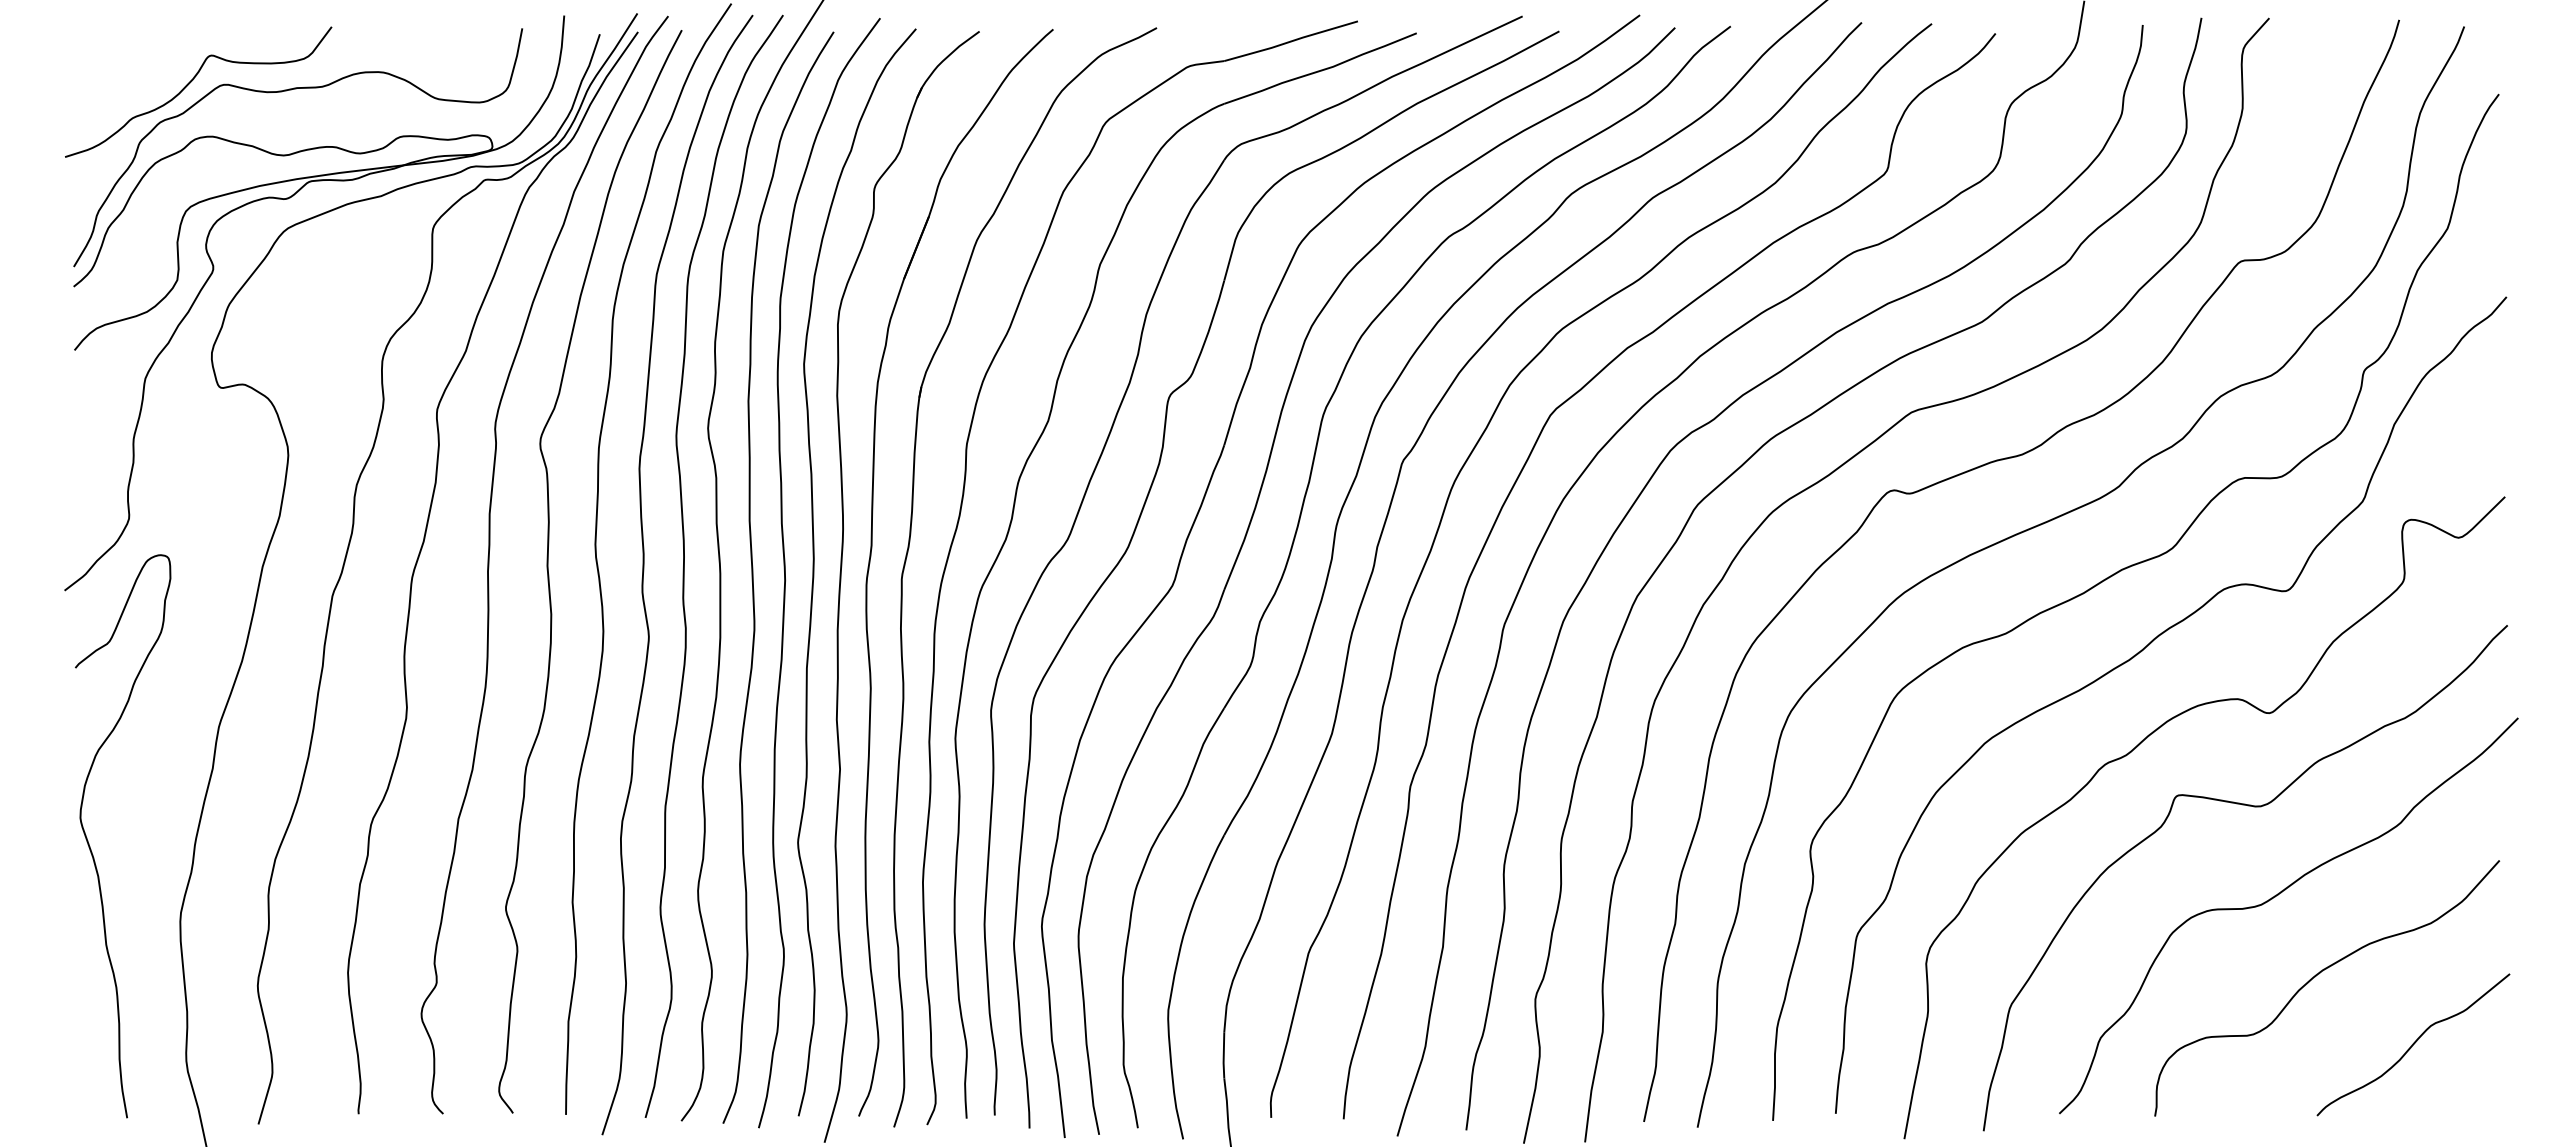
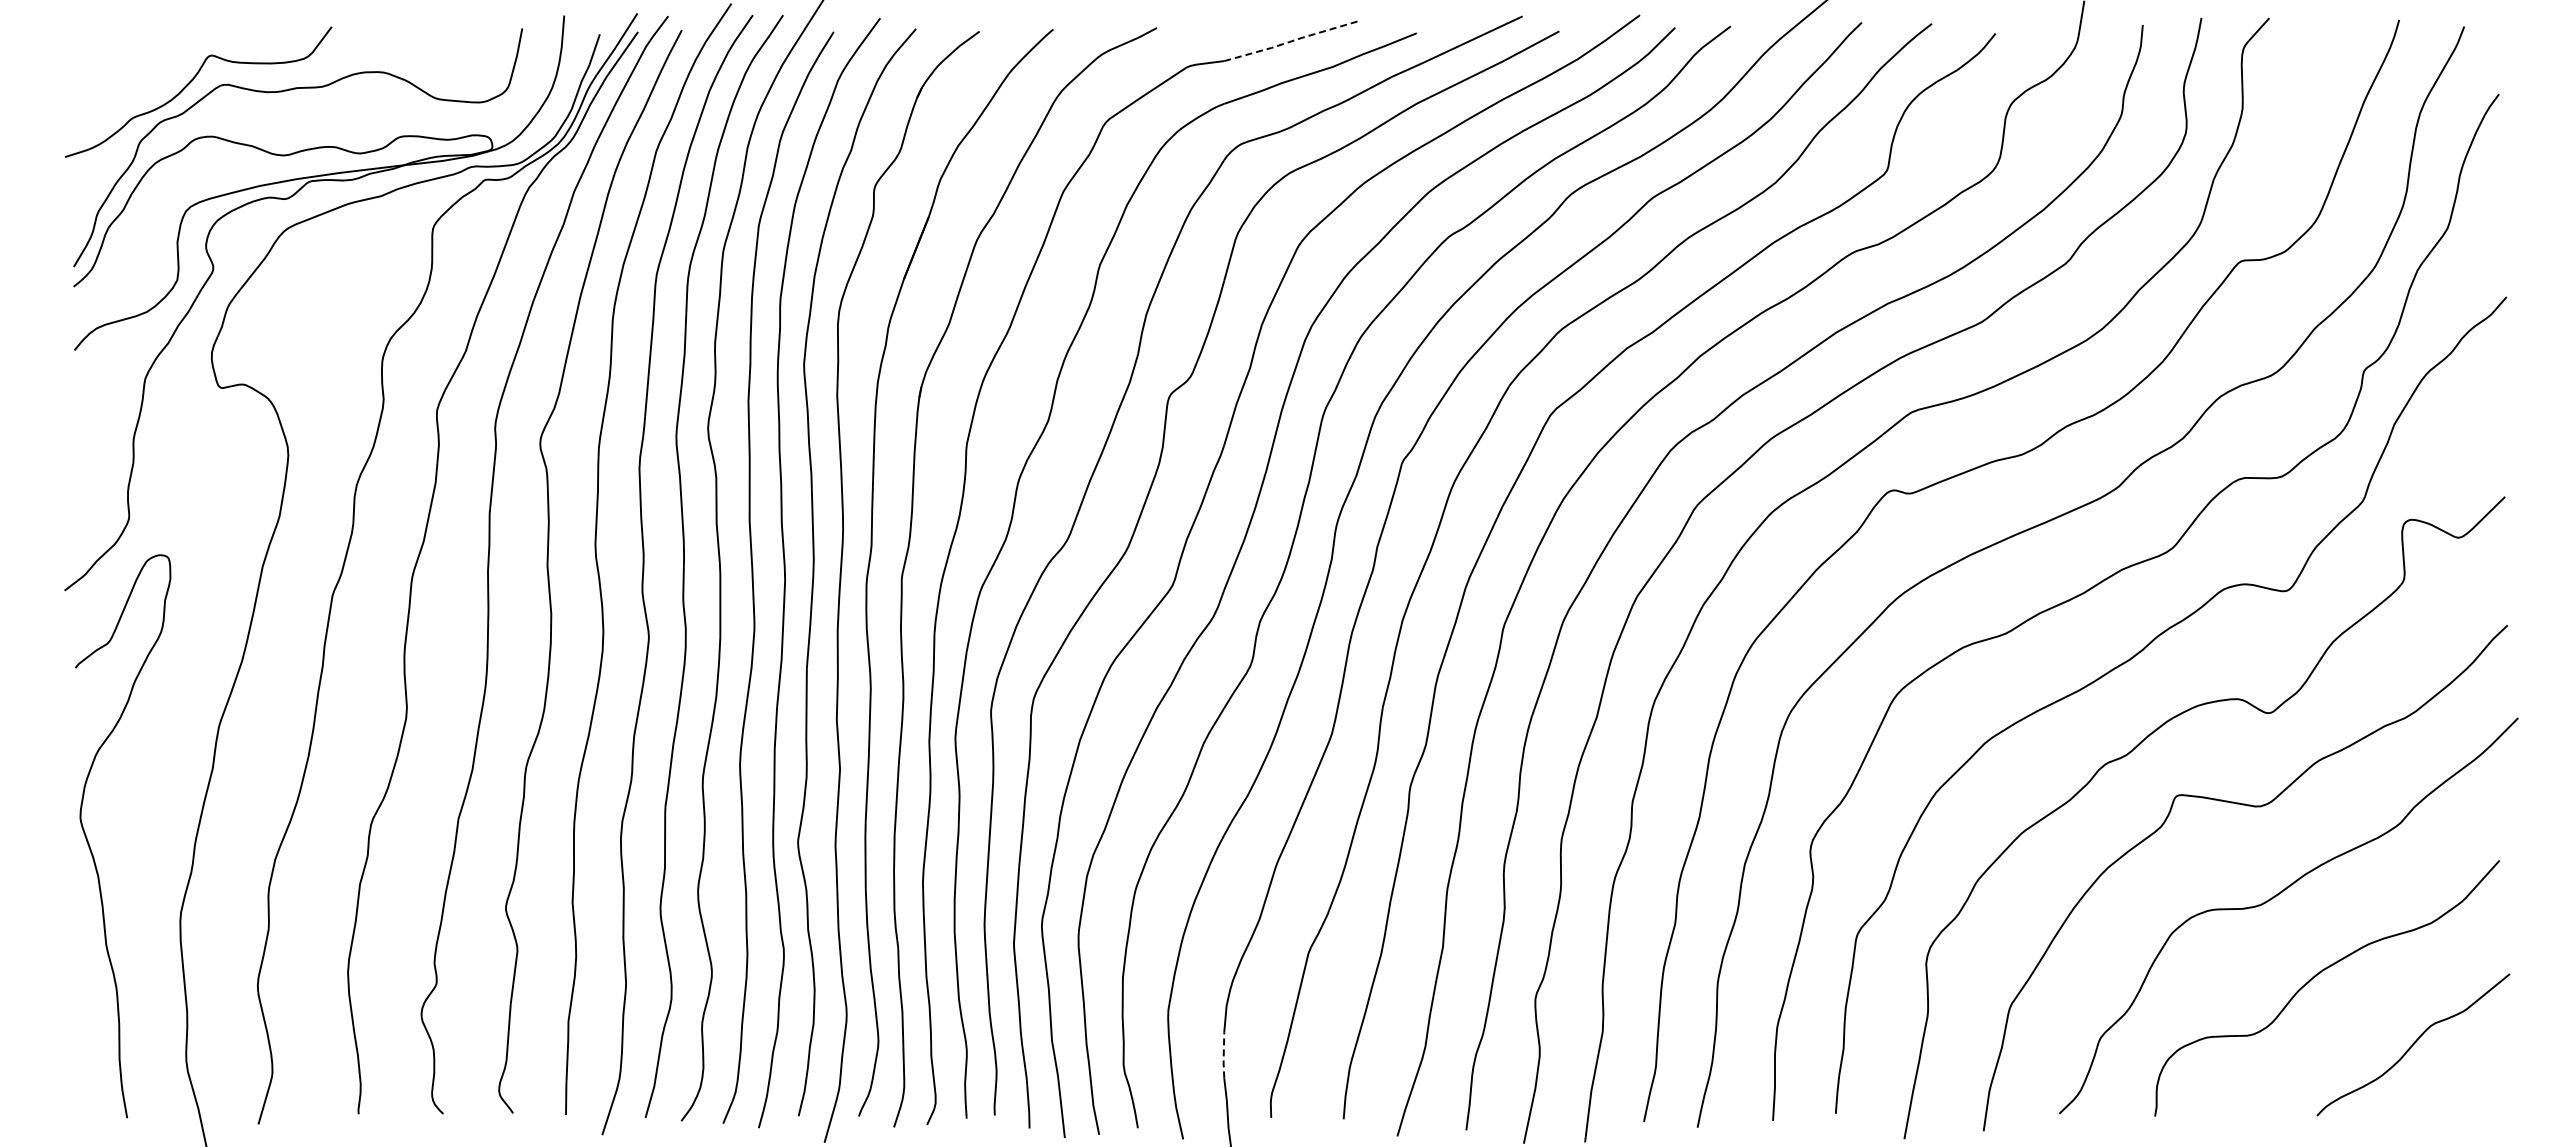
line at (1291, 41): solid -> dashed
line at (1223, 1056): solid -> dashed
